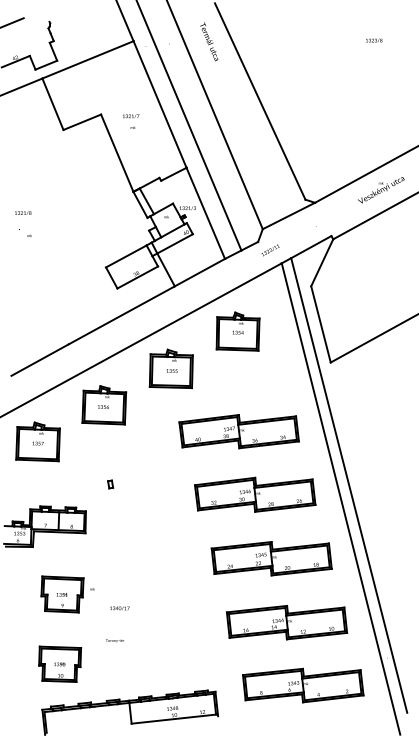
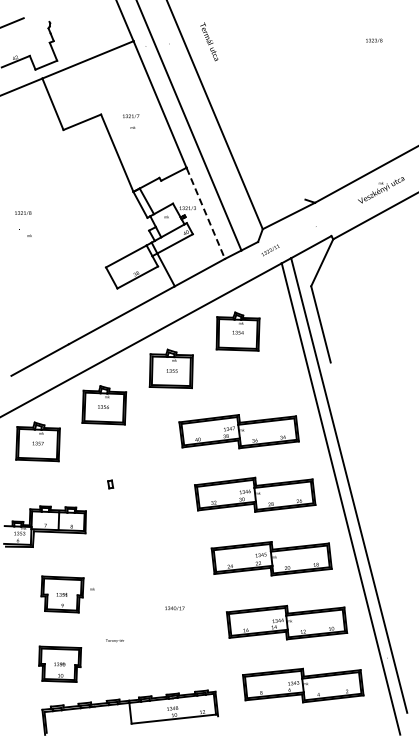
line at (259, 101): present -> none
line at (206, 214): solid -> dashed
line at (372, 338): present -> none
text at (119, 608) position: (119, 608) -> (174, 608)
